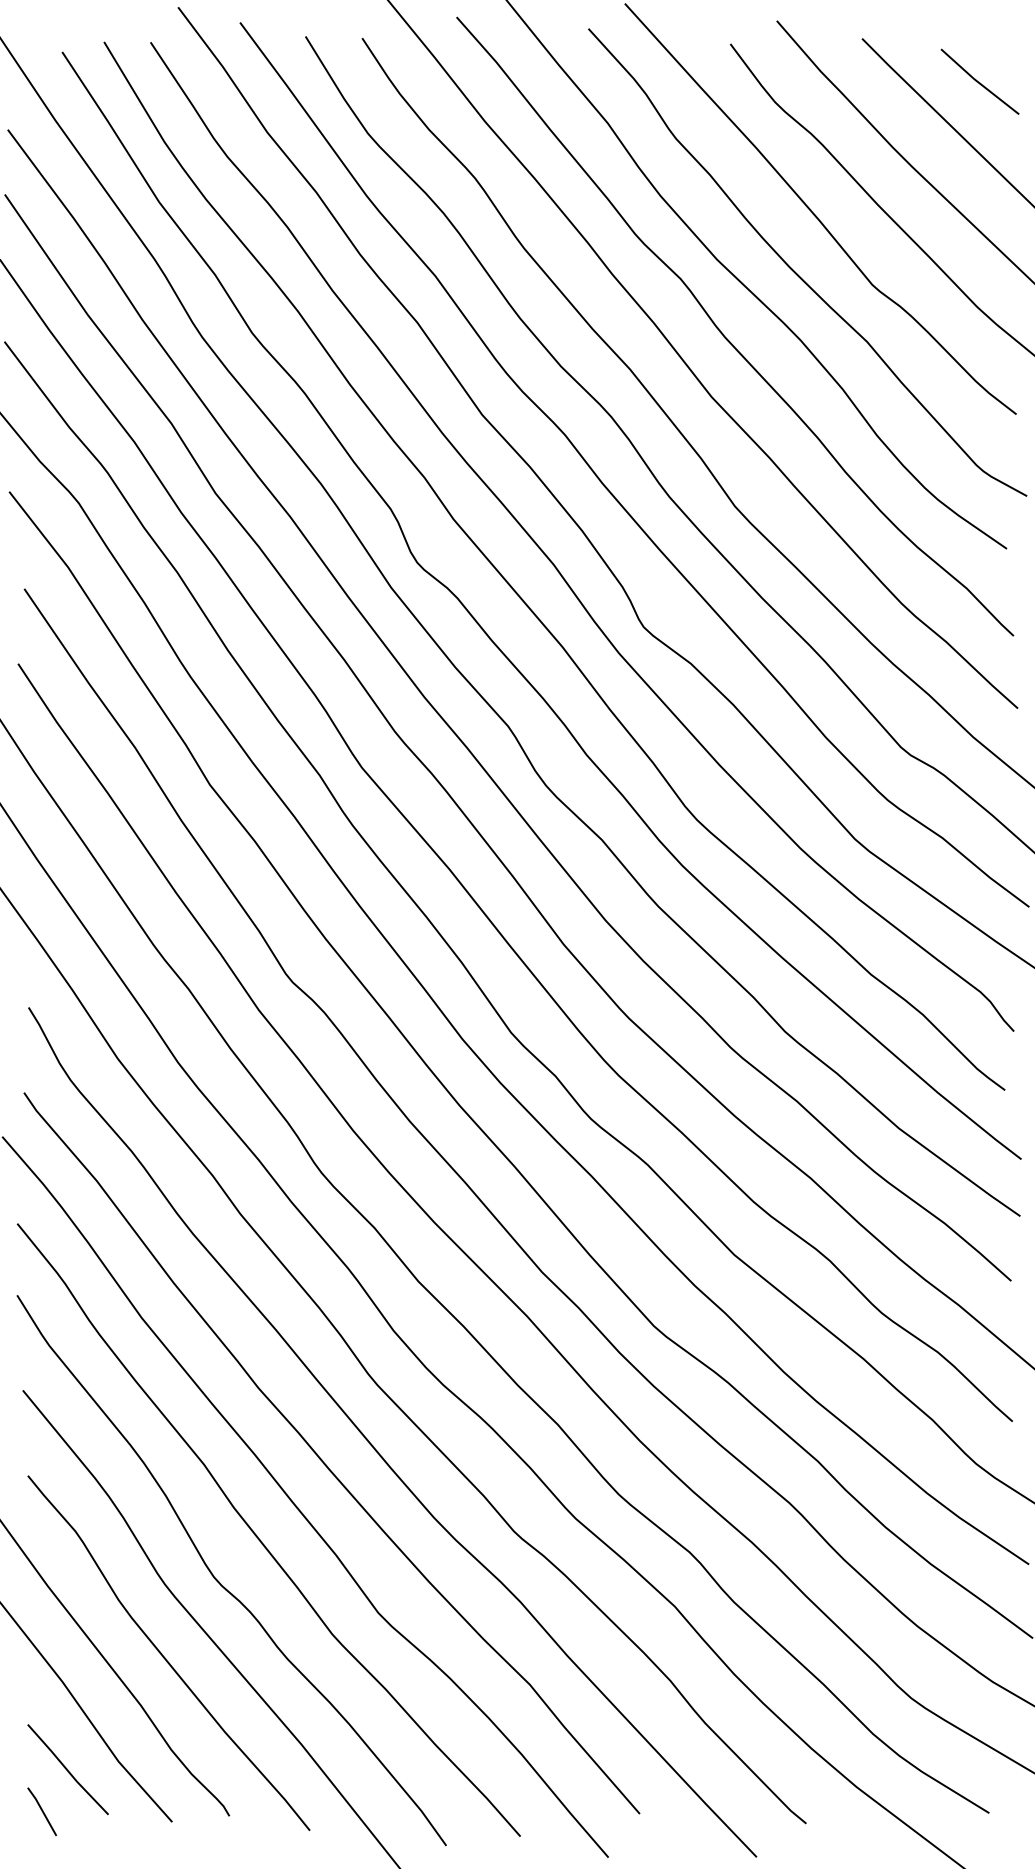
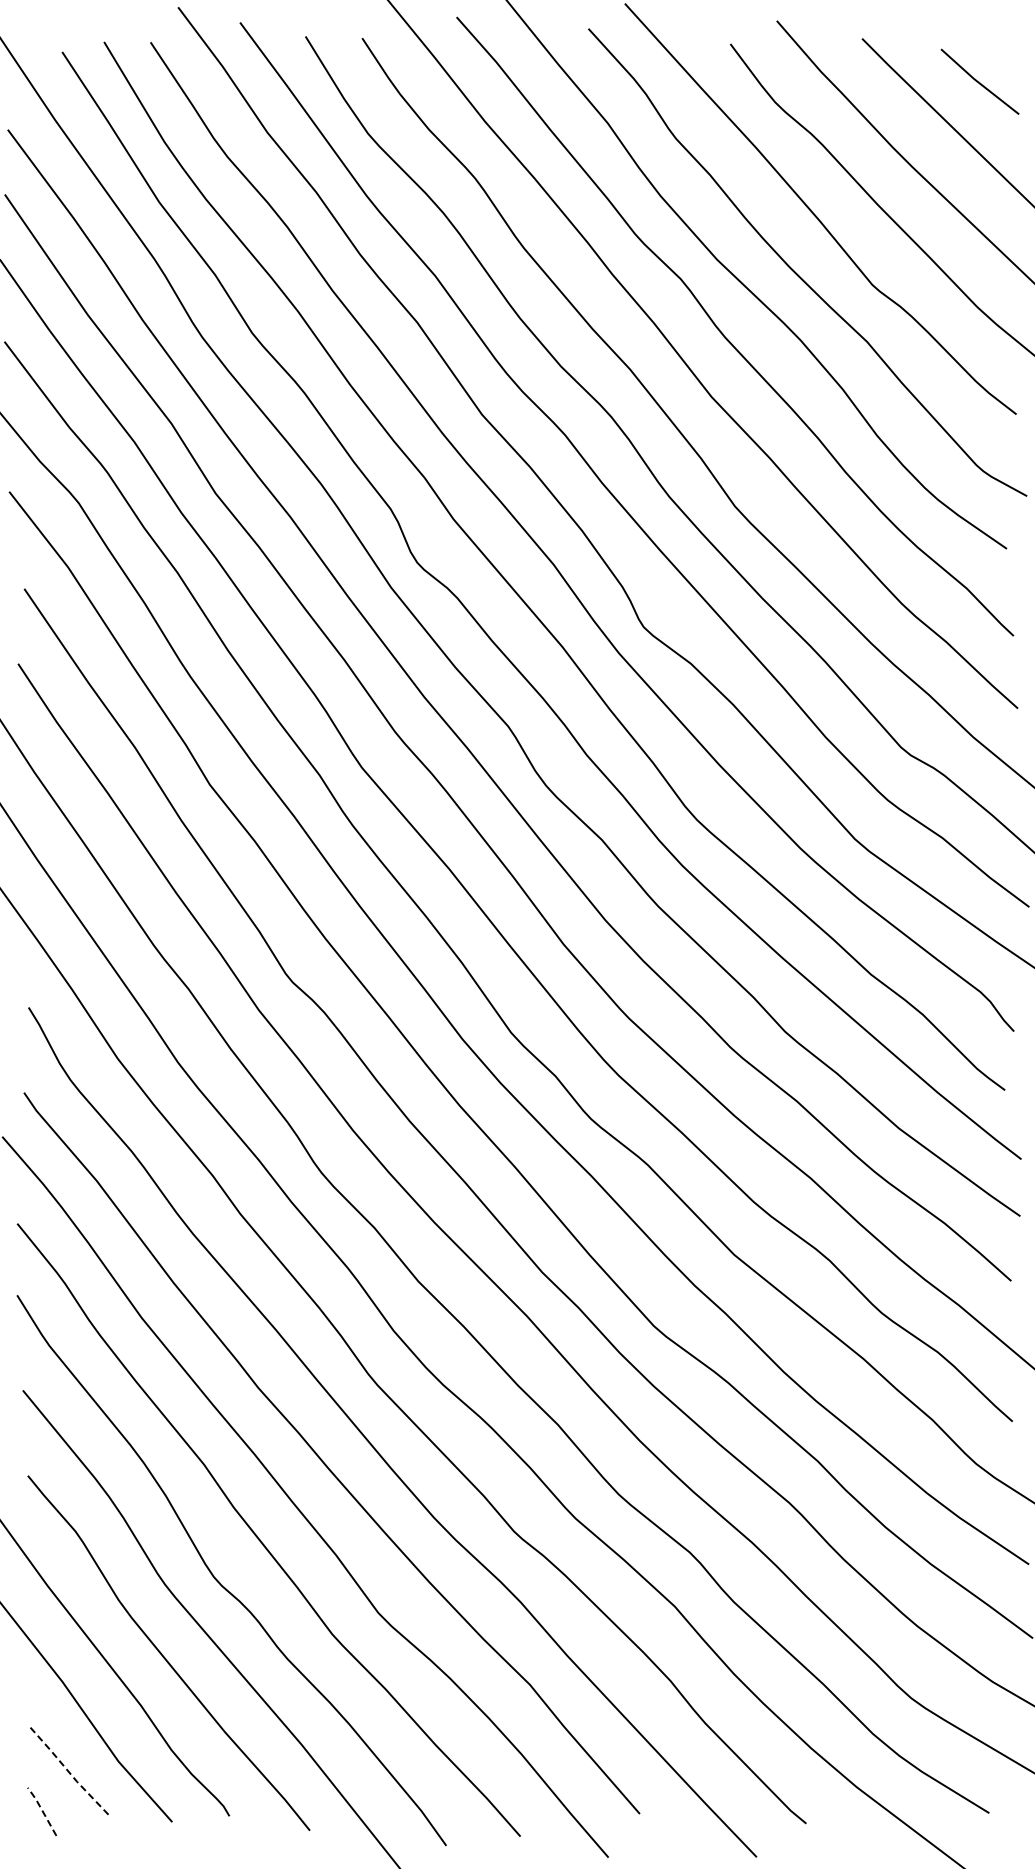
line at (67, 1770): solid -> dashed
line at (42, 1810): solid -> dashed
